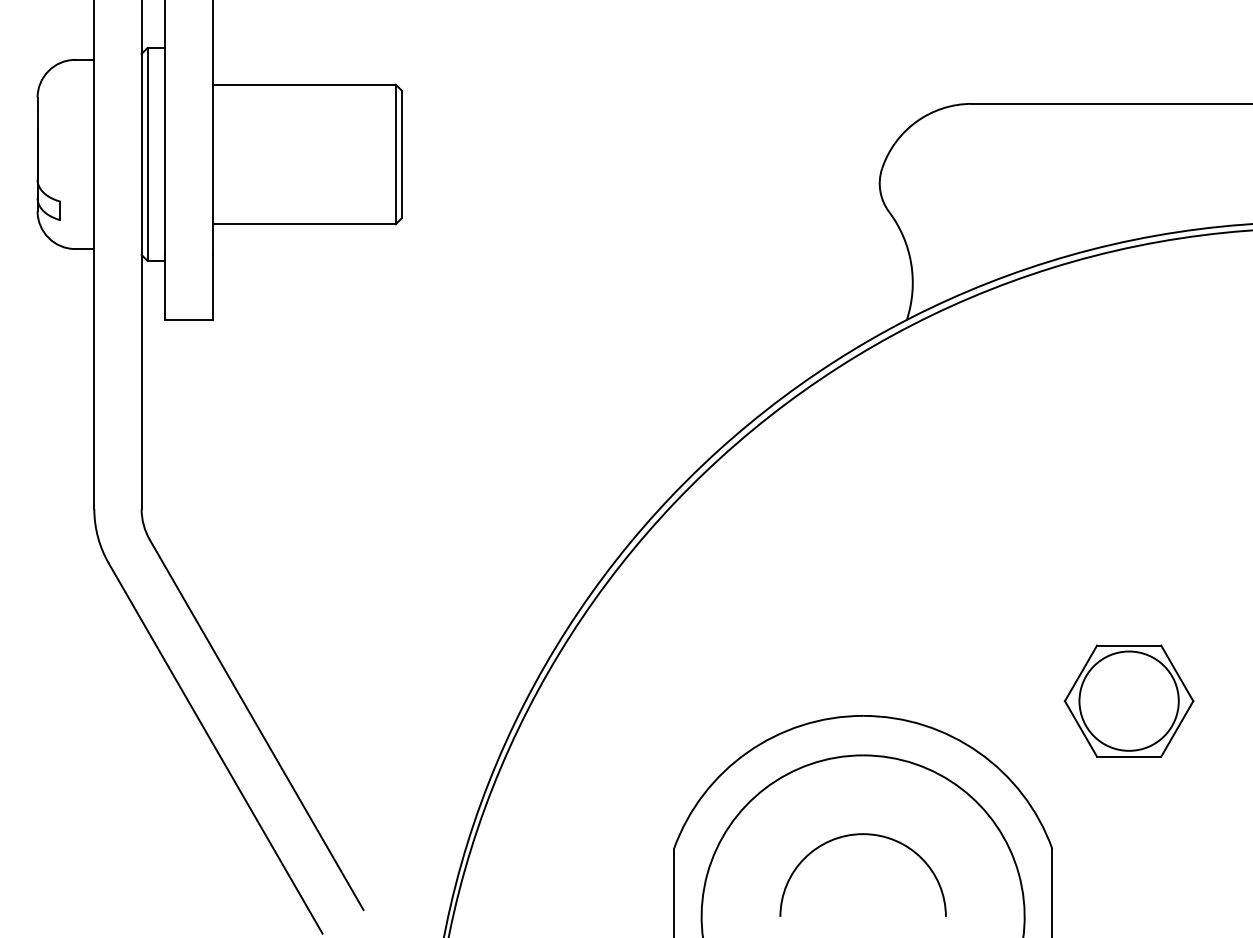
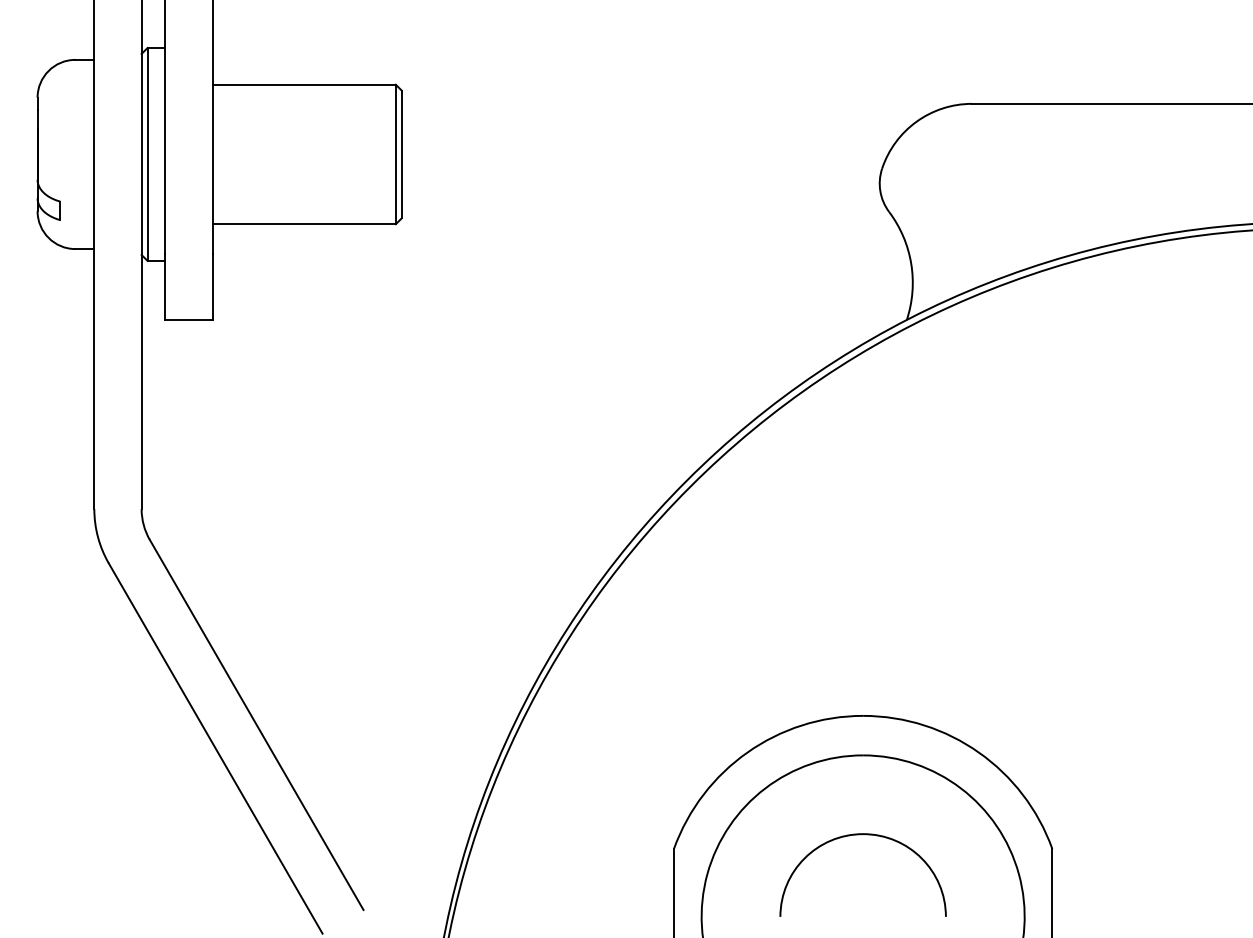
part at (1128, 700): present -> none
